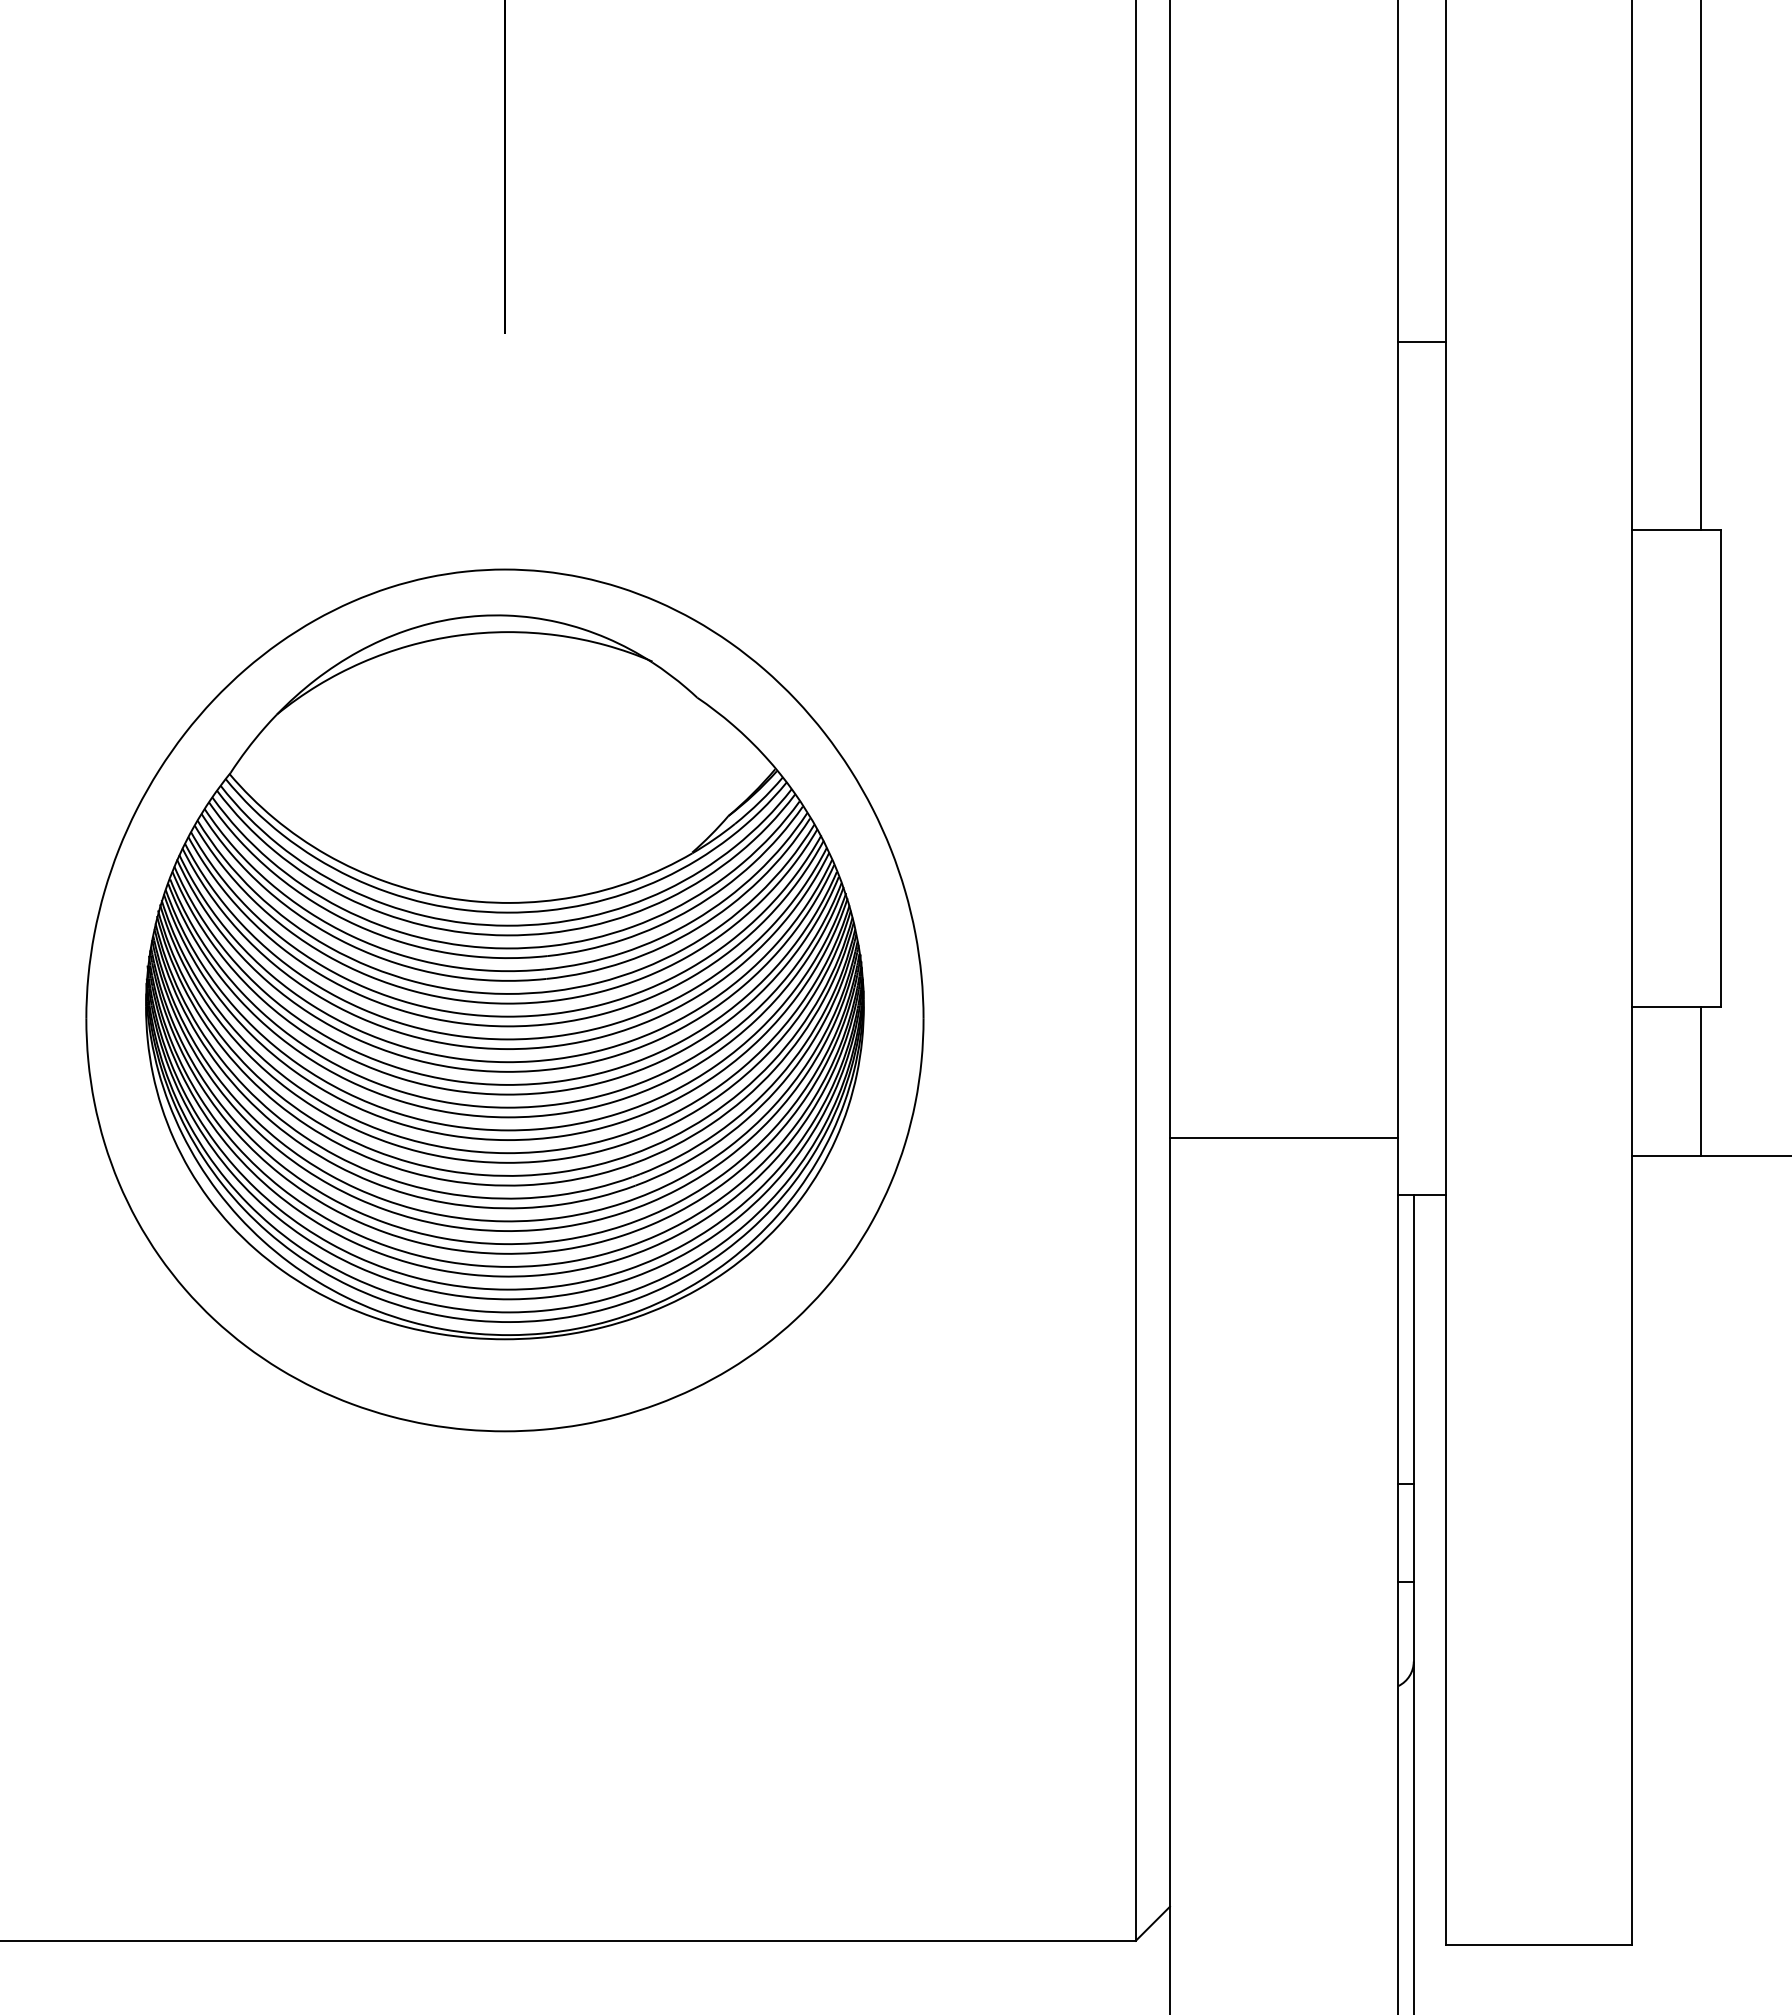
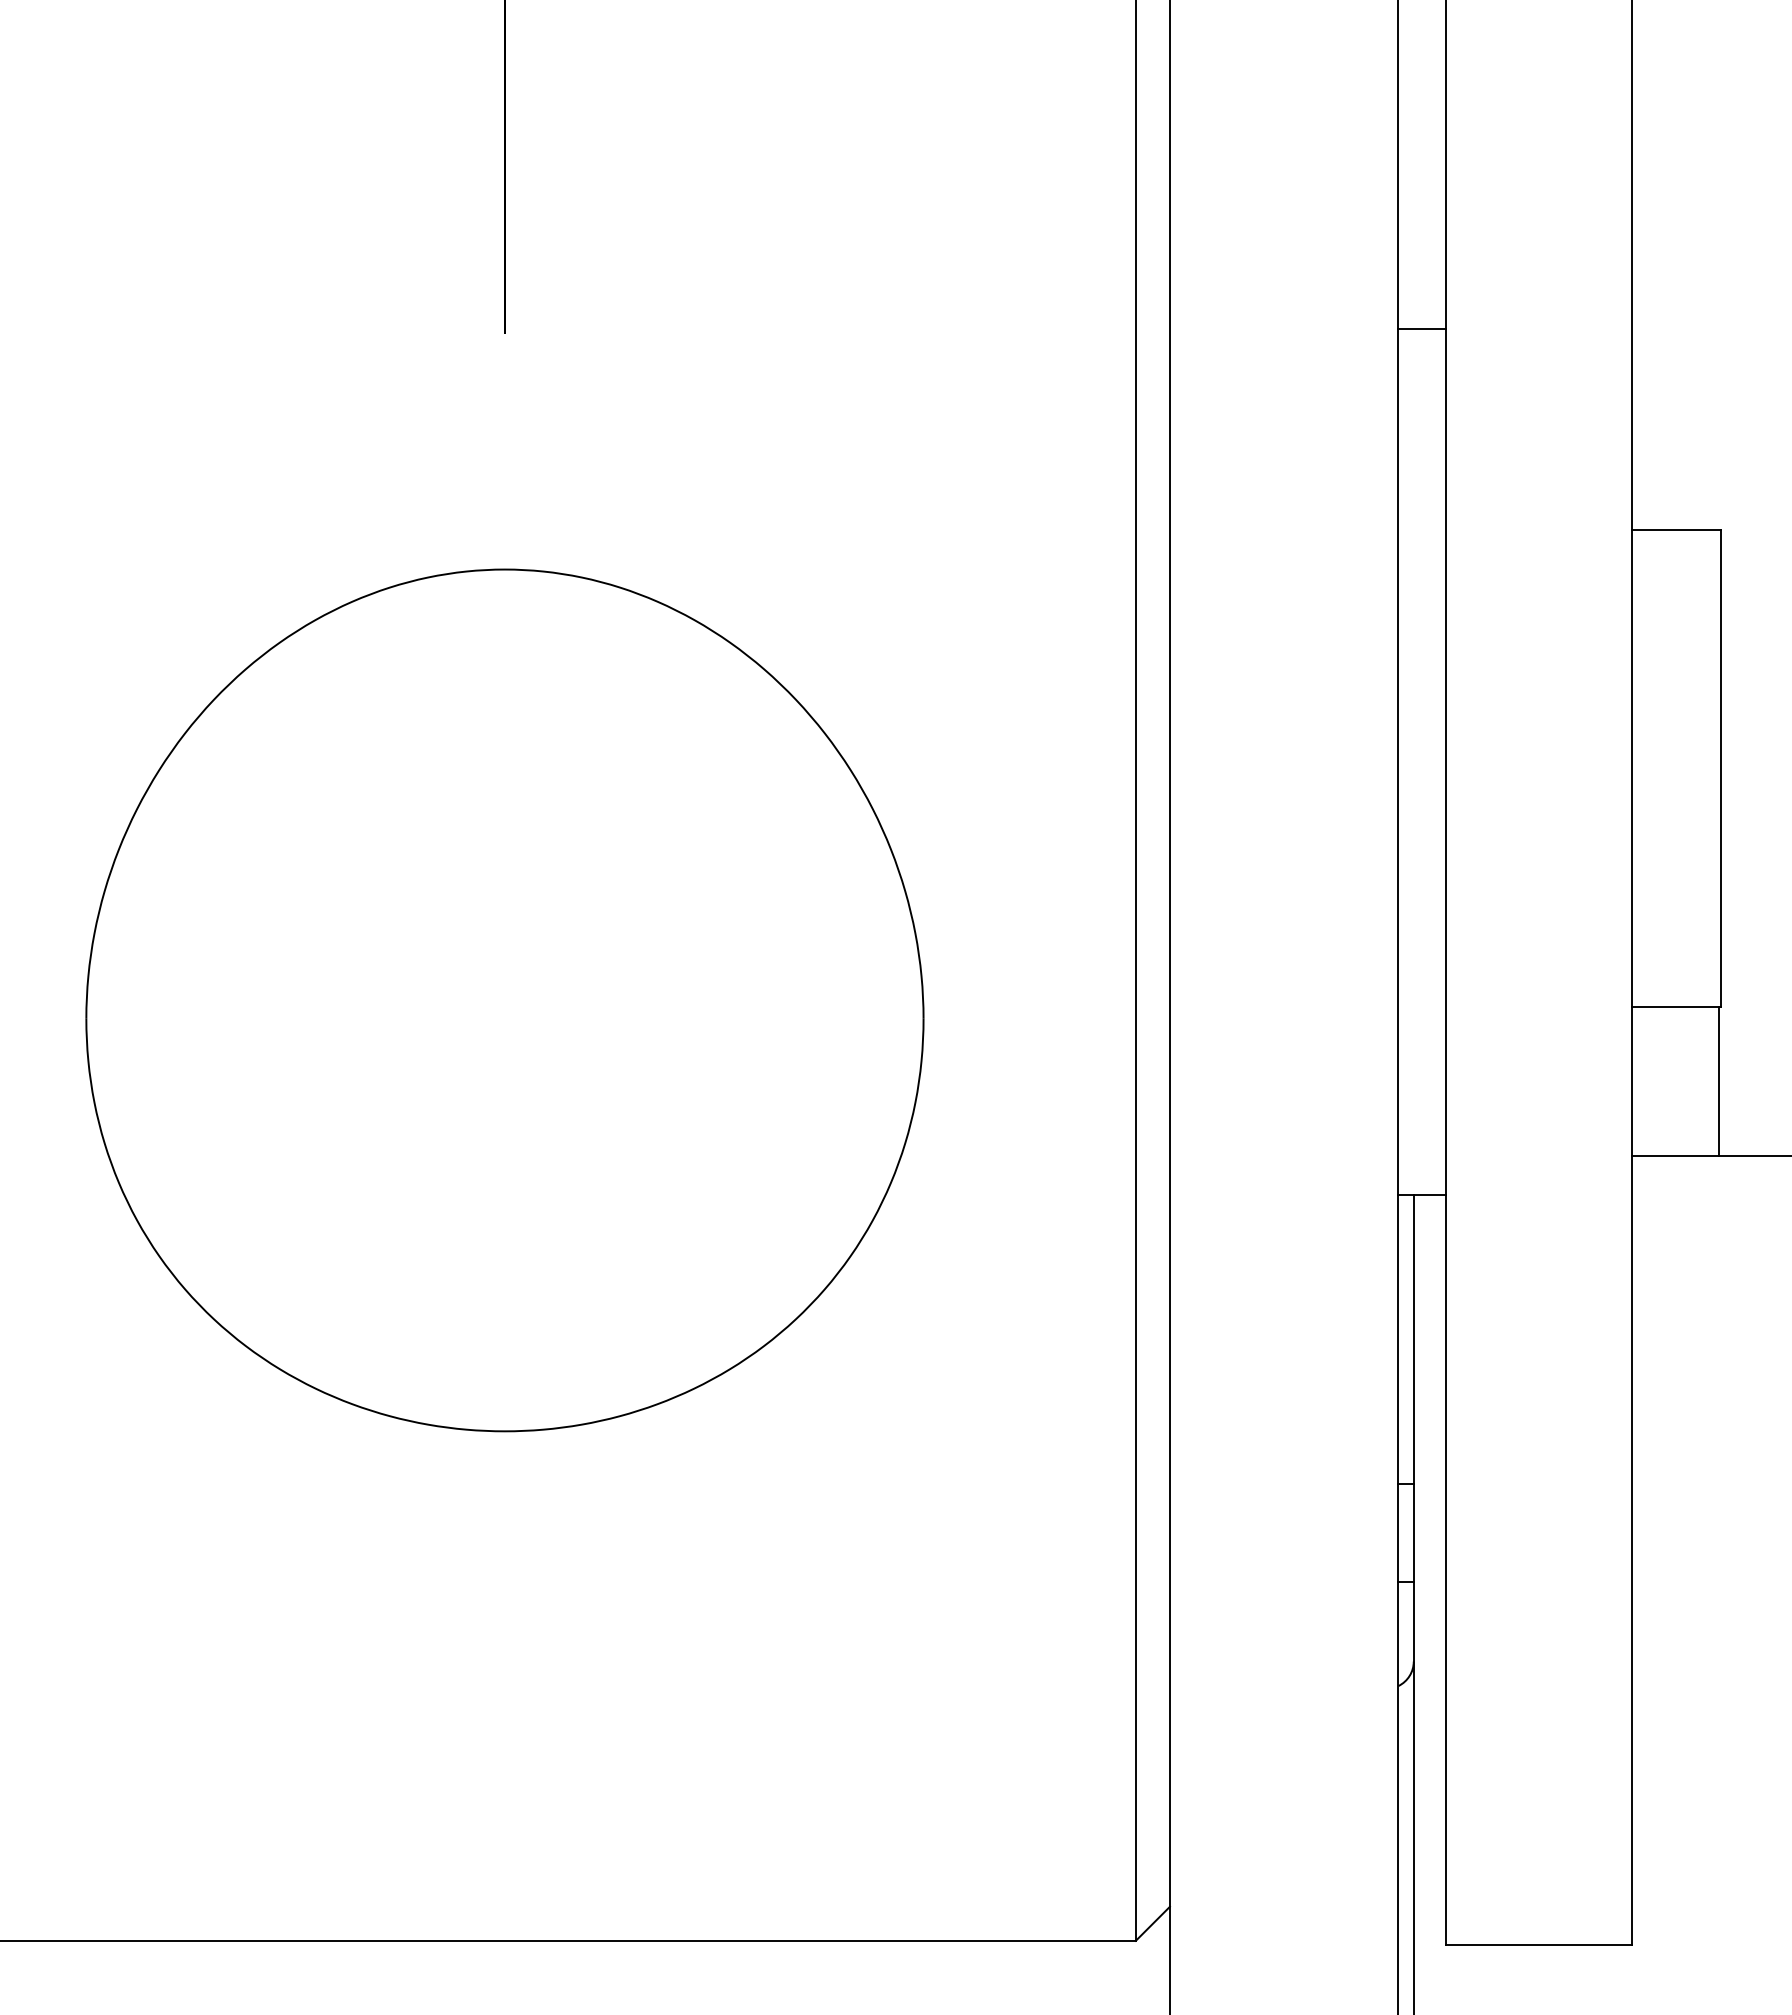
line at (1701, 265): present -> none
line at (1422, 342) position: (1422, 342) -> (1422, 329)
part at (504, 977): present -> none
line at (1701, 1081) position: (1701, 1081) -> (1719, 1081)
line at (1283, 1137): present -> none
